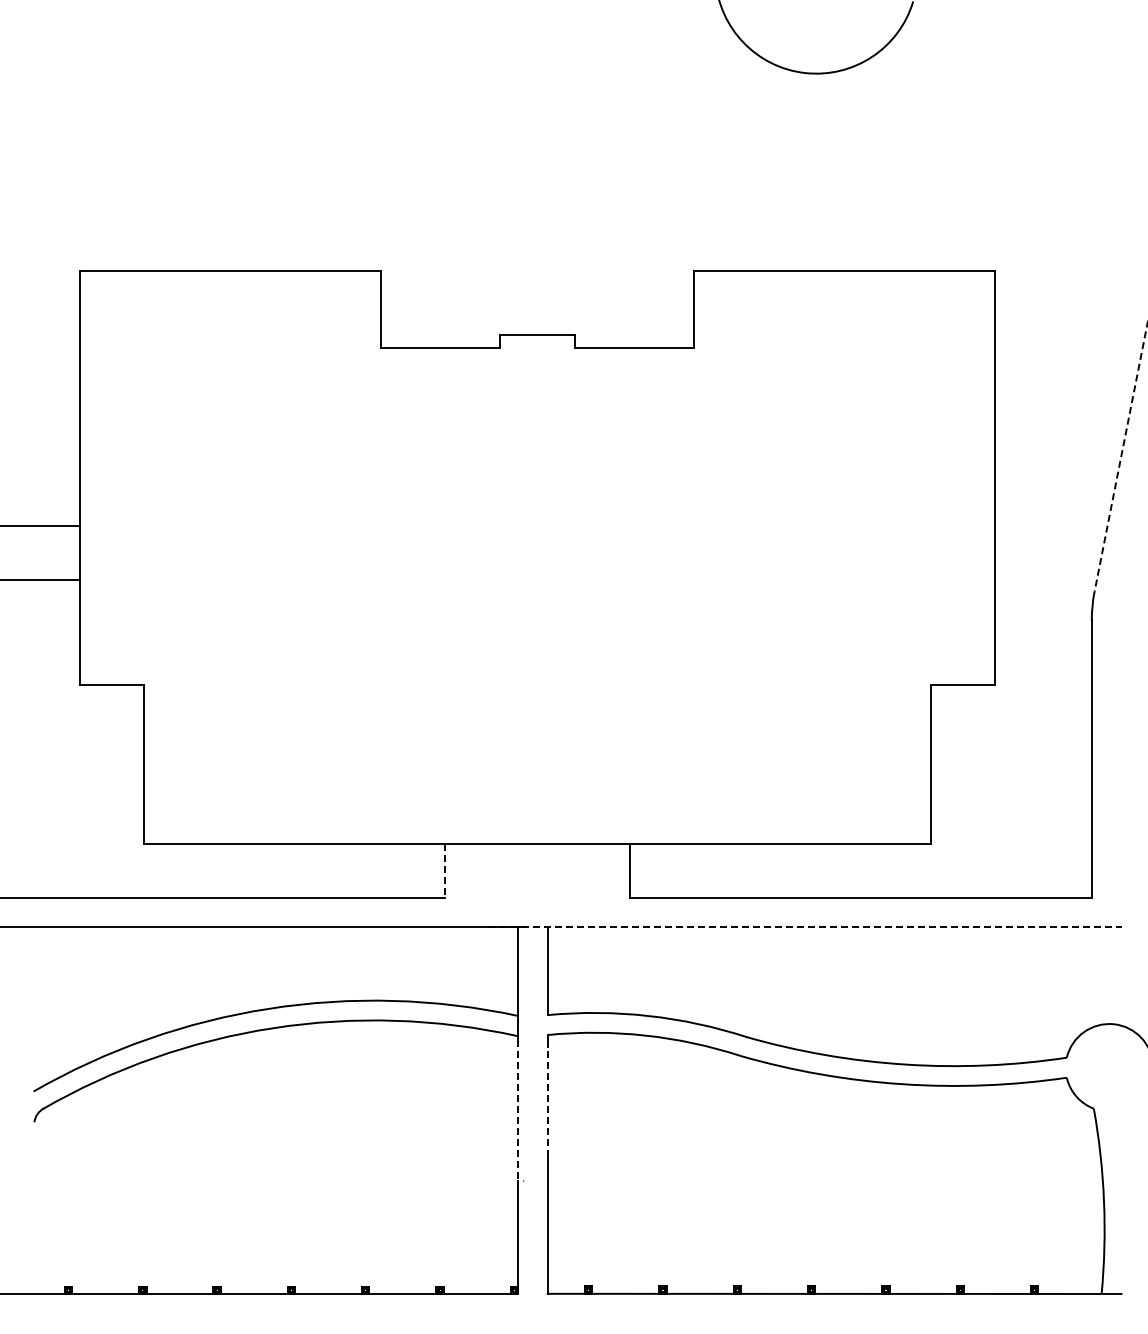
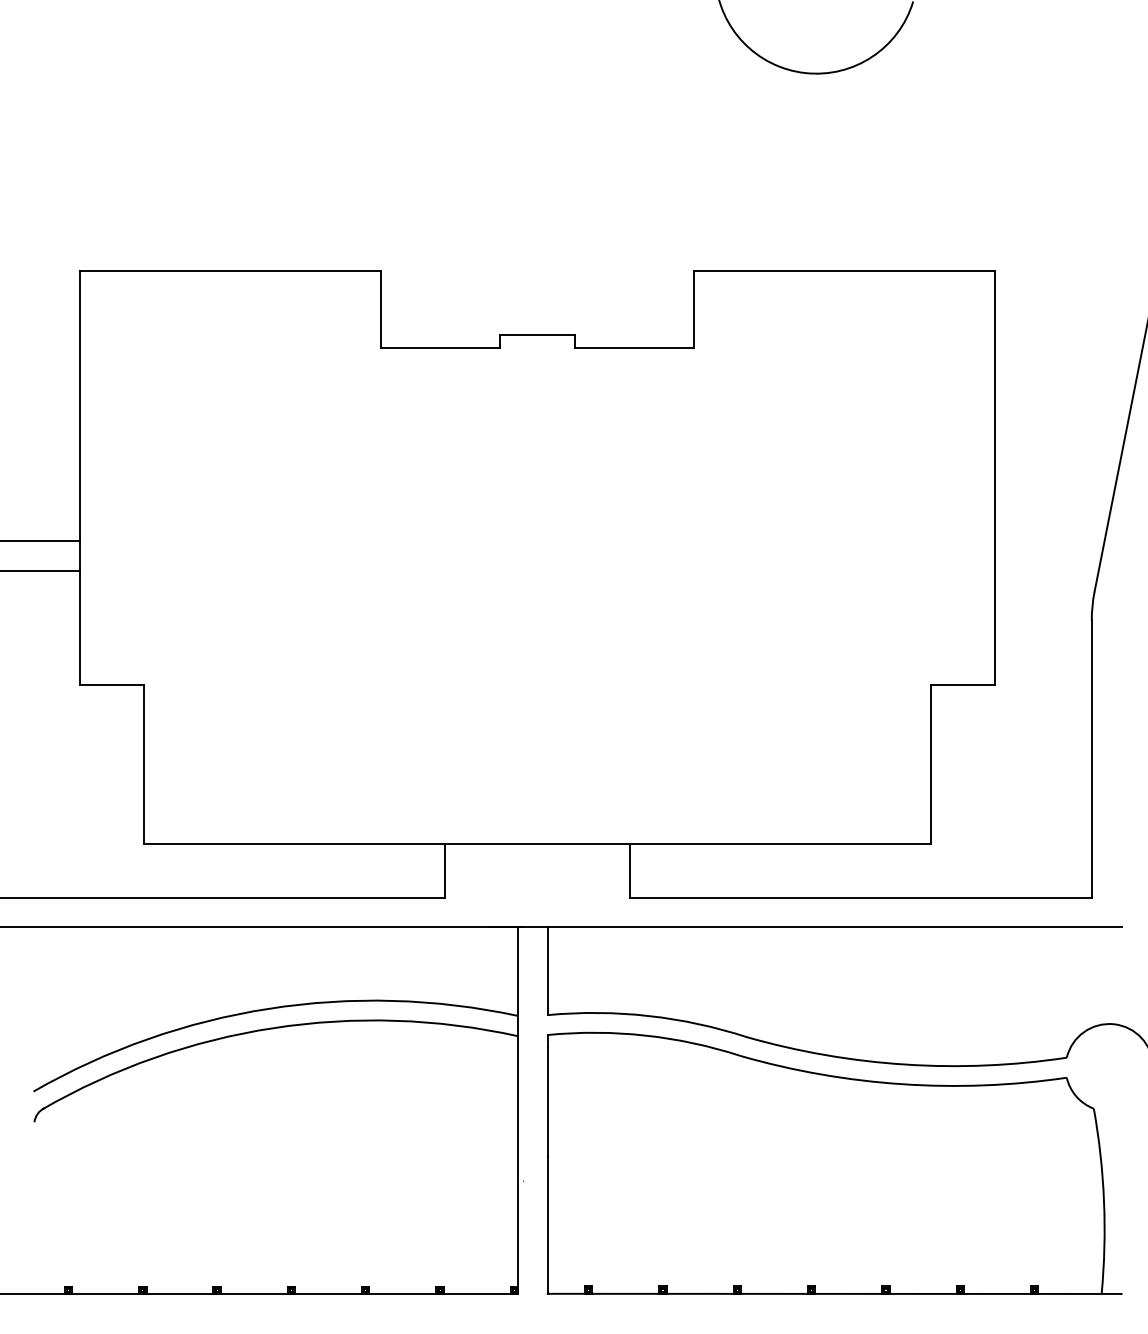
line at (1121, 456): dashed -> solid
line at (40, 526) position: (40, 526) -> (40, 541)
line at (40, 579) position: (40, 579) -> (40, 570)
line at (445, 870): dashed -> solid
line at (805, 927): dashed -> solid
line at (547, 1101): dashed -> solid
line at (518, 1109): dashed -> solid
